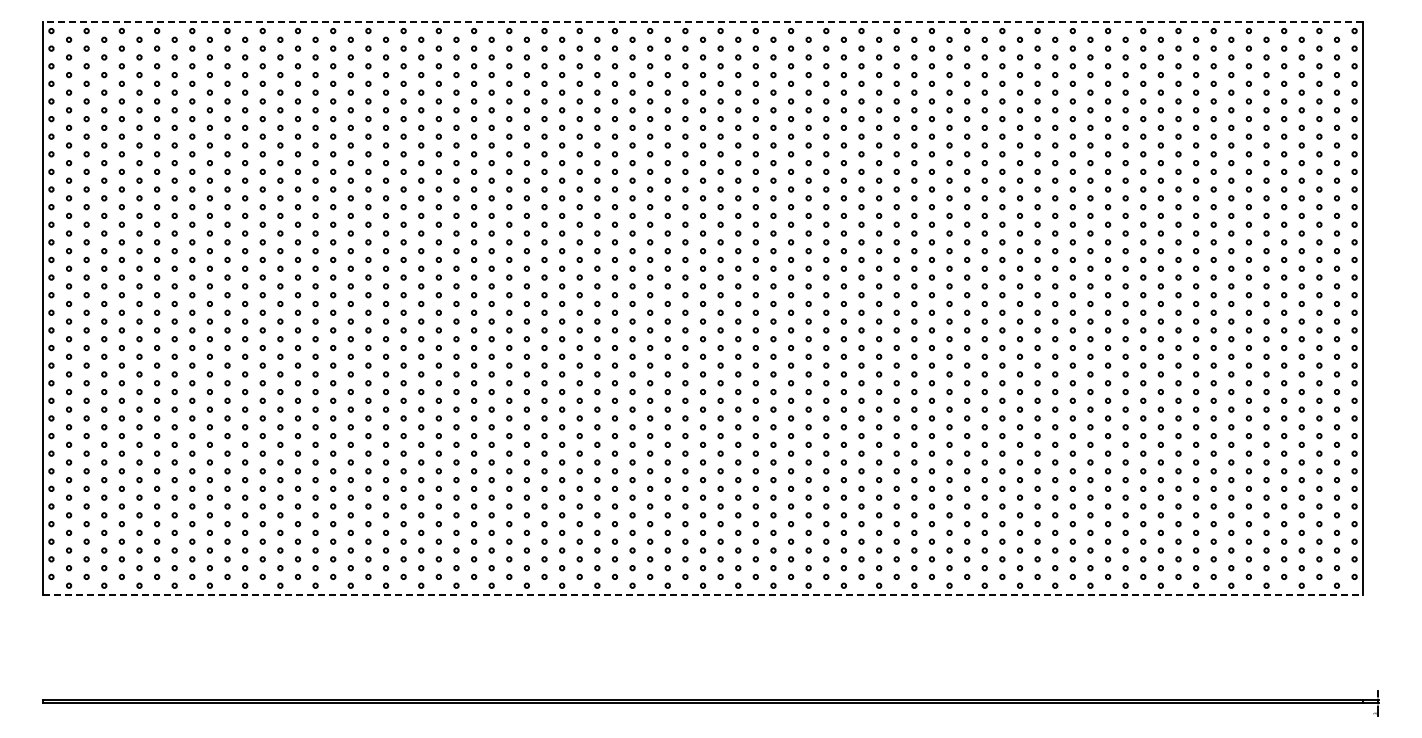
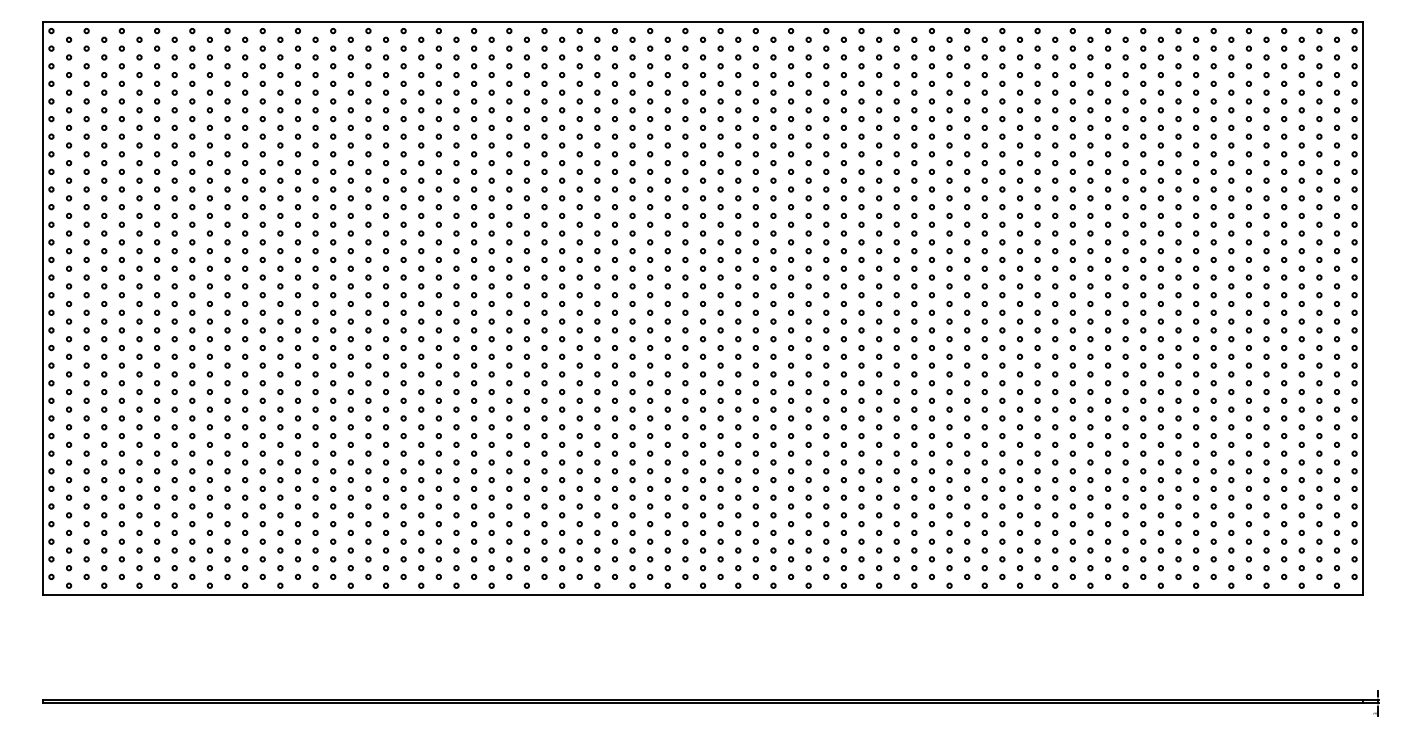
line at (702, 22): dashed -> solid
line at (703, 594): dashed -> solid
